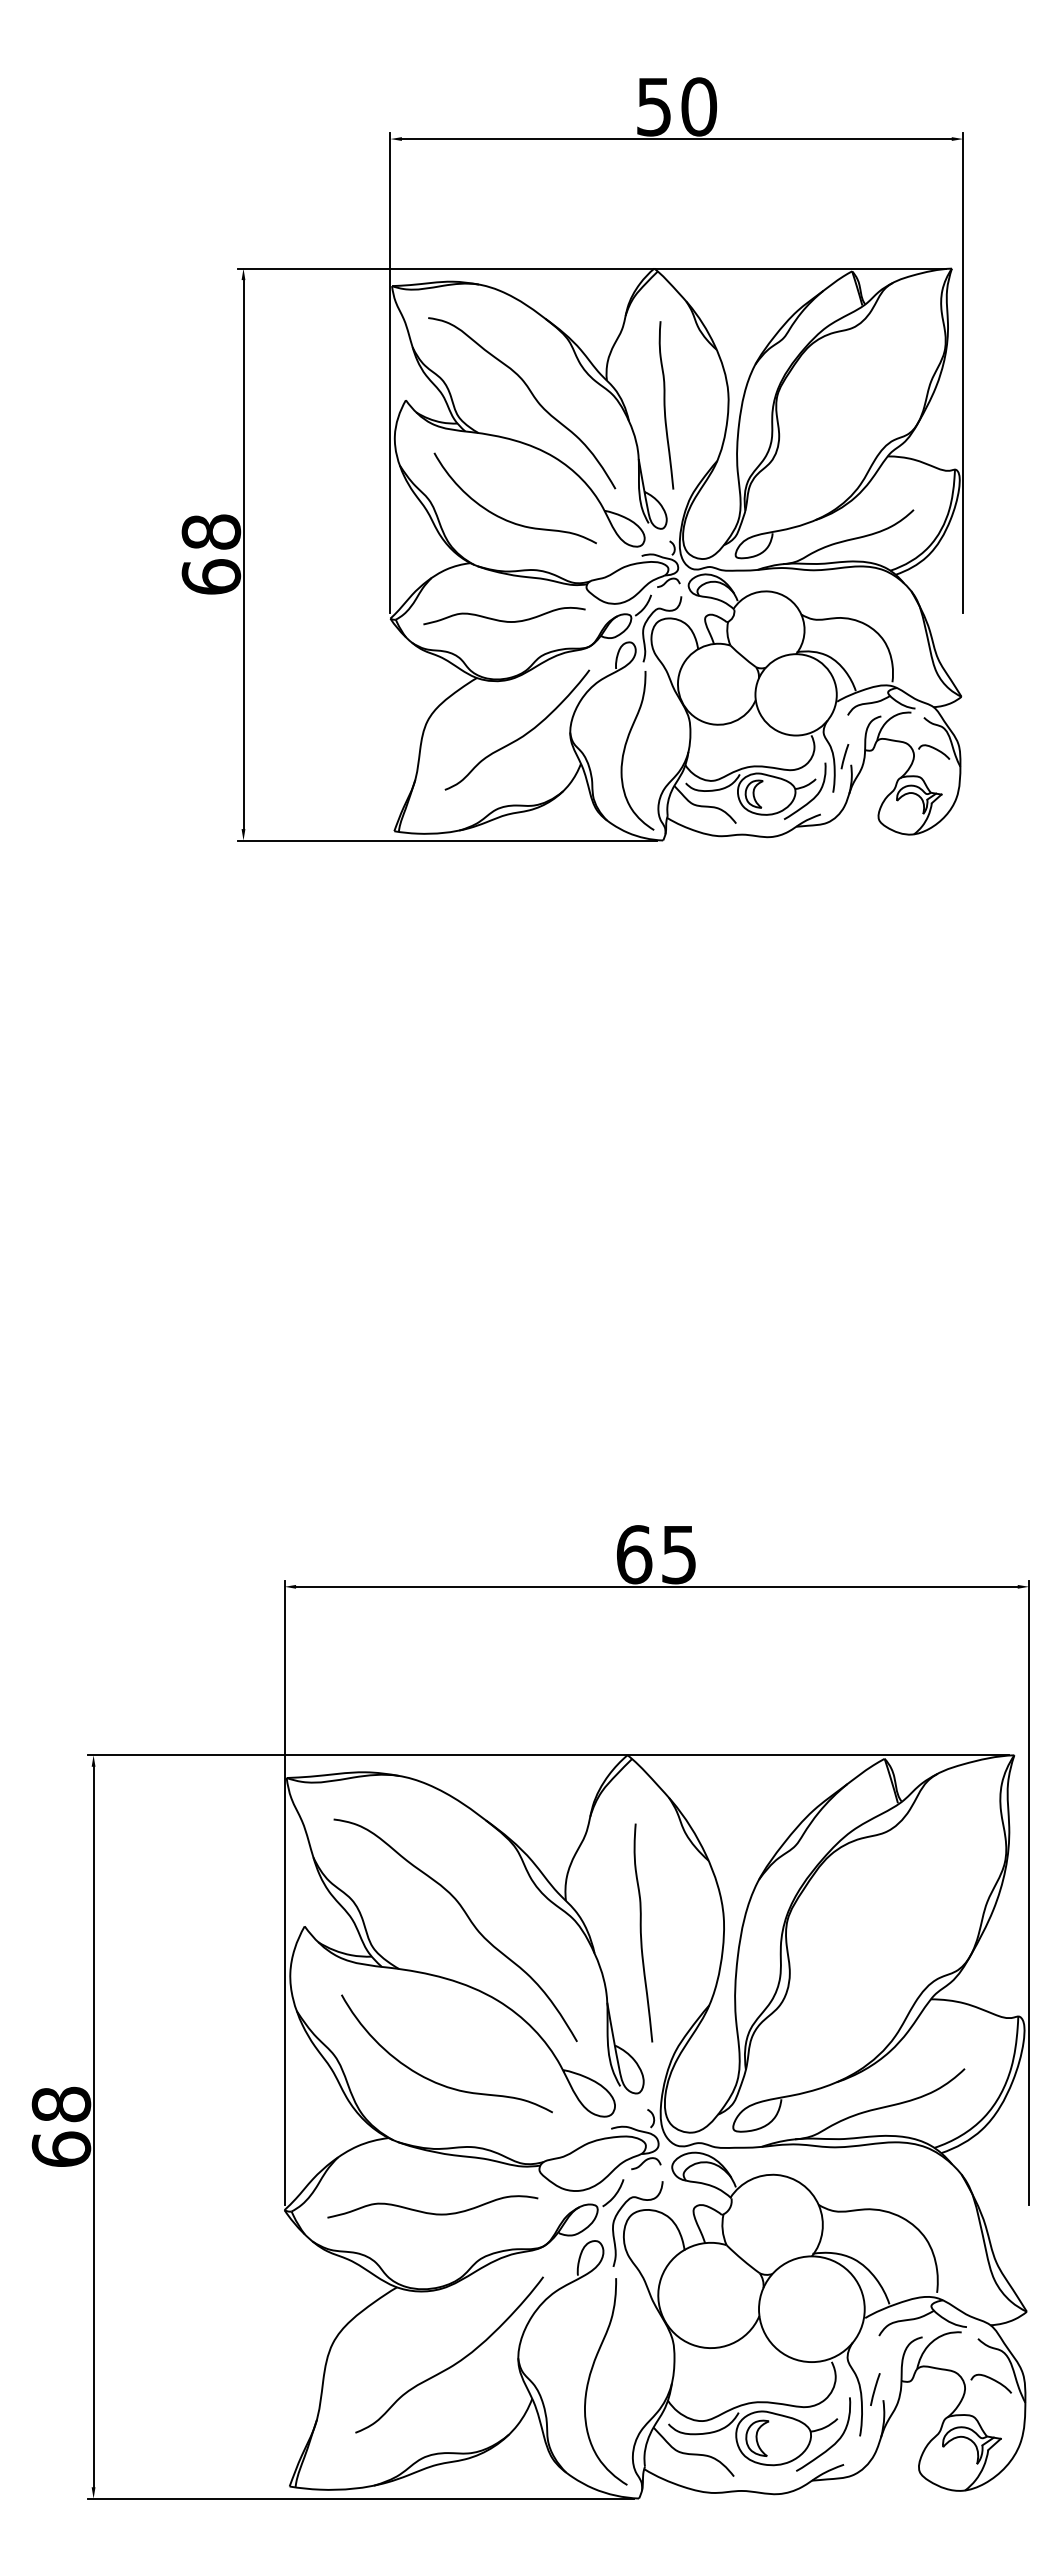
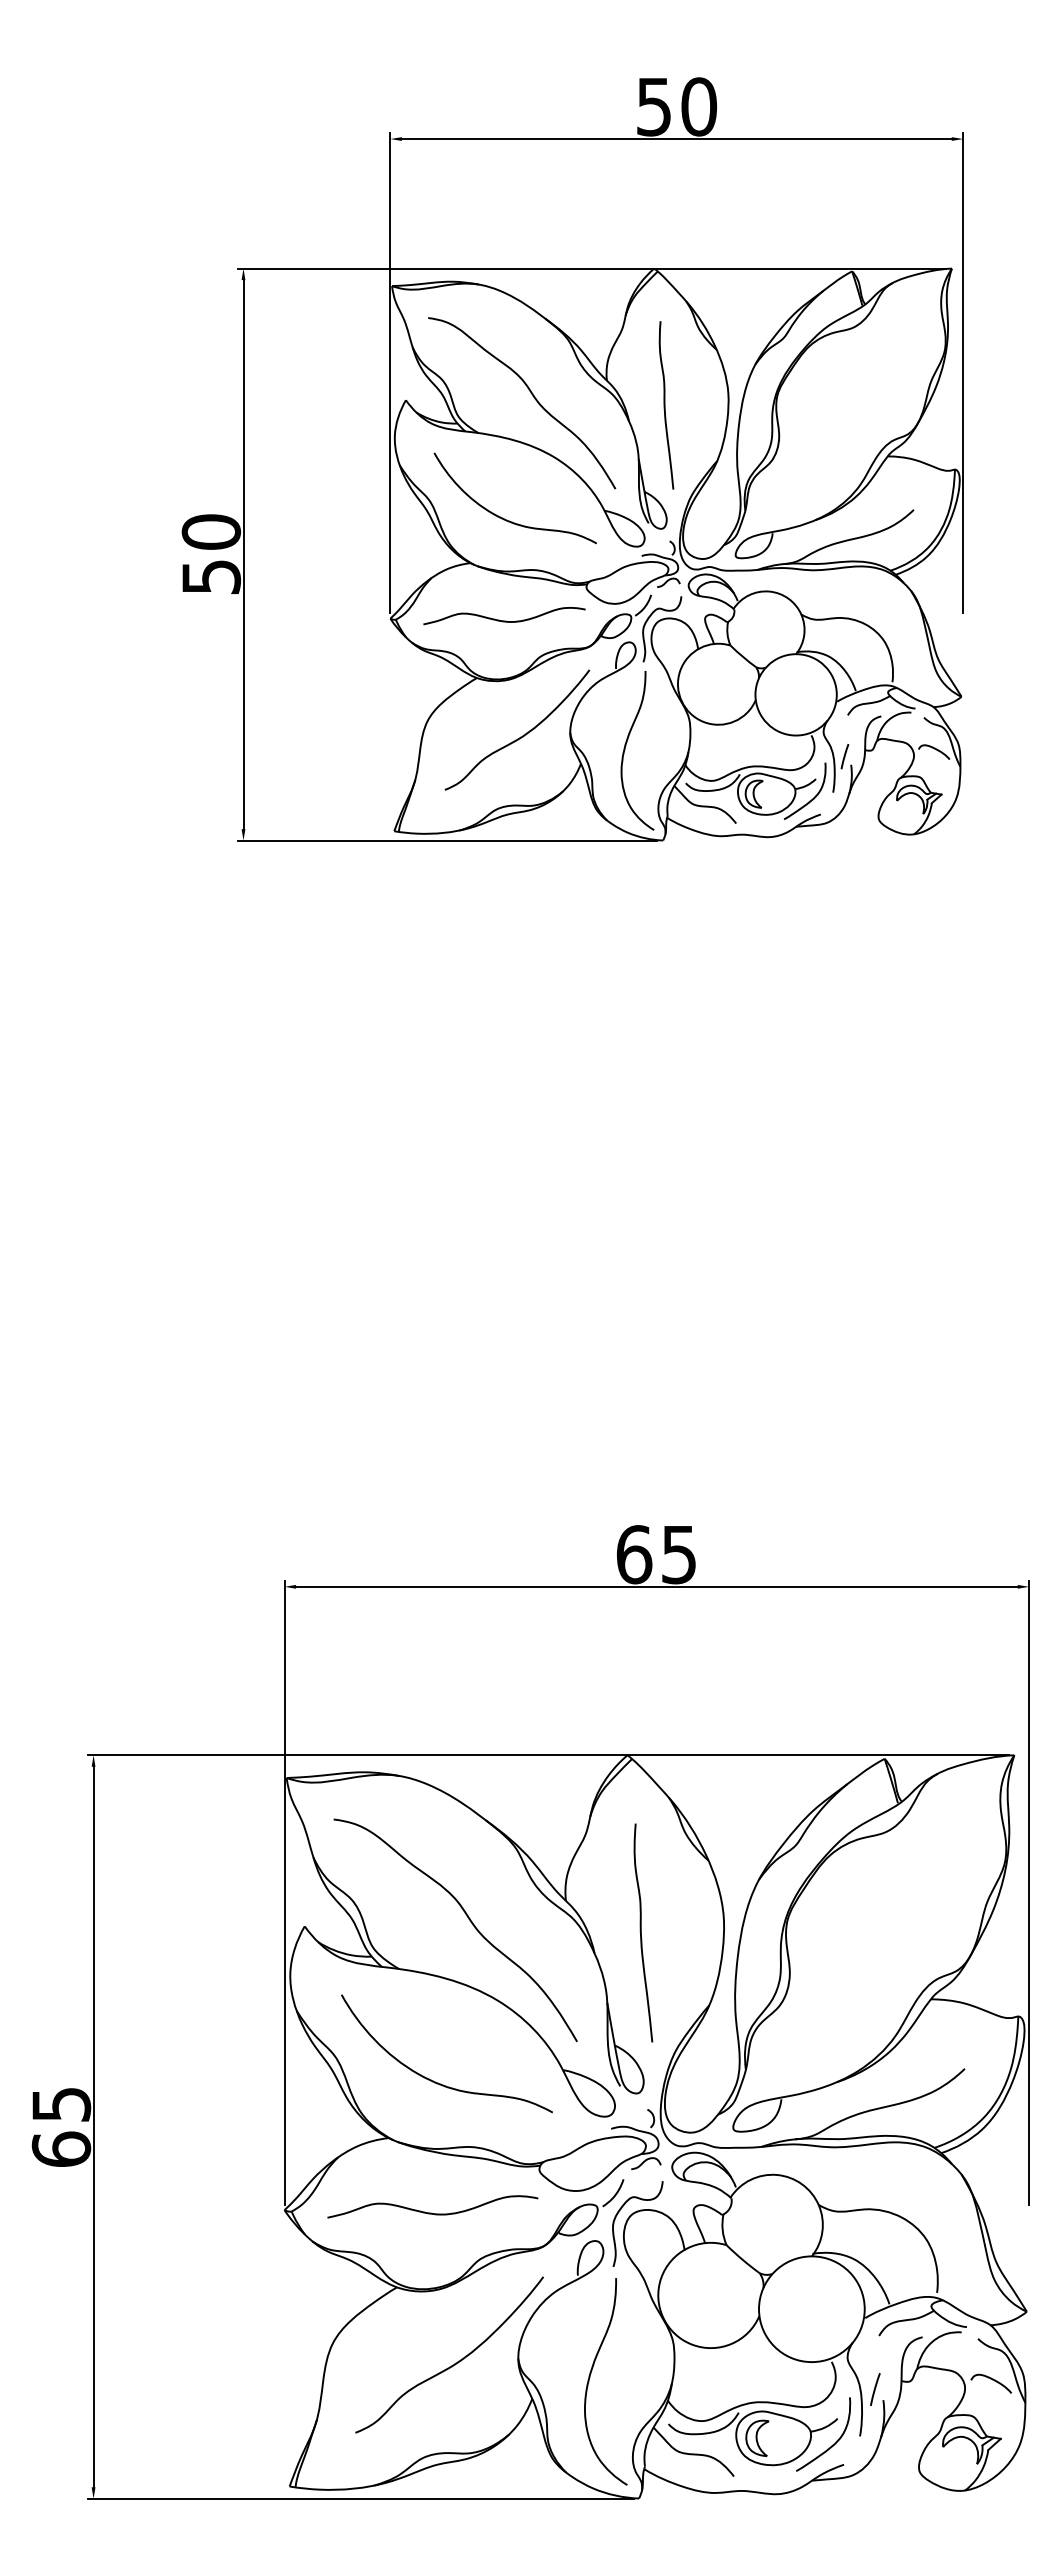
text at (211, 554): 68 -> 50
text at (61, 2104): 68 -> 65
